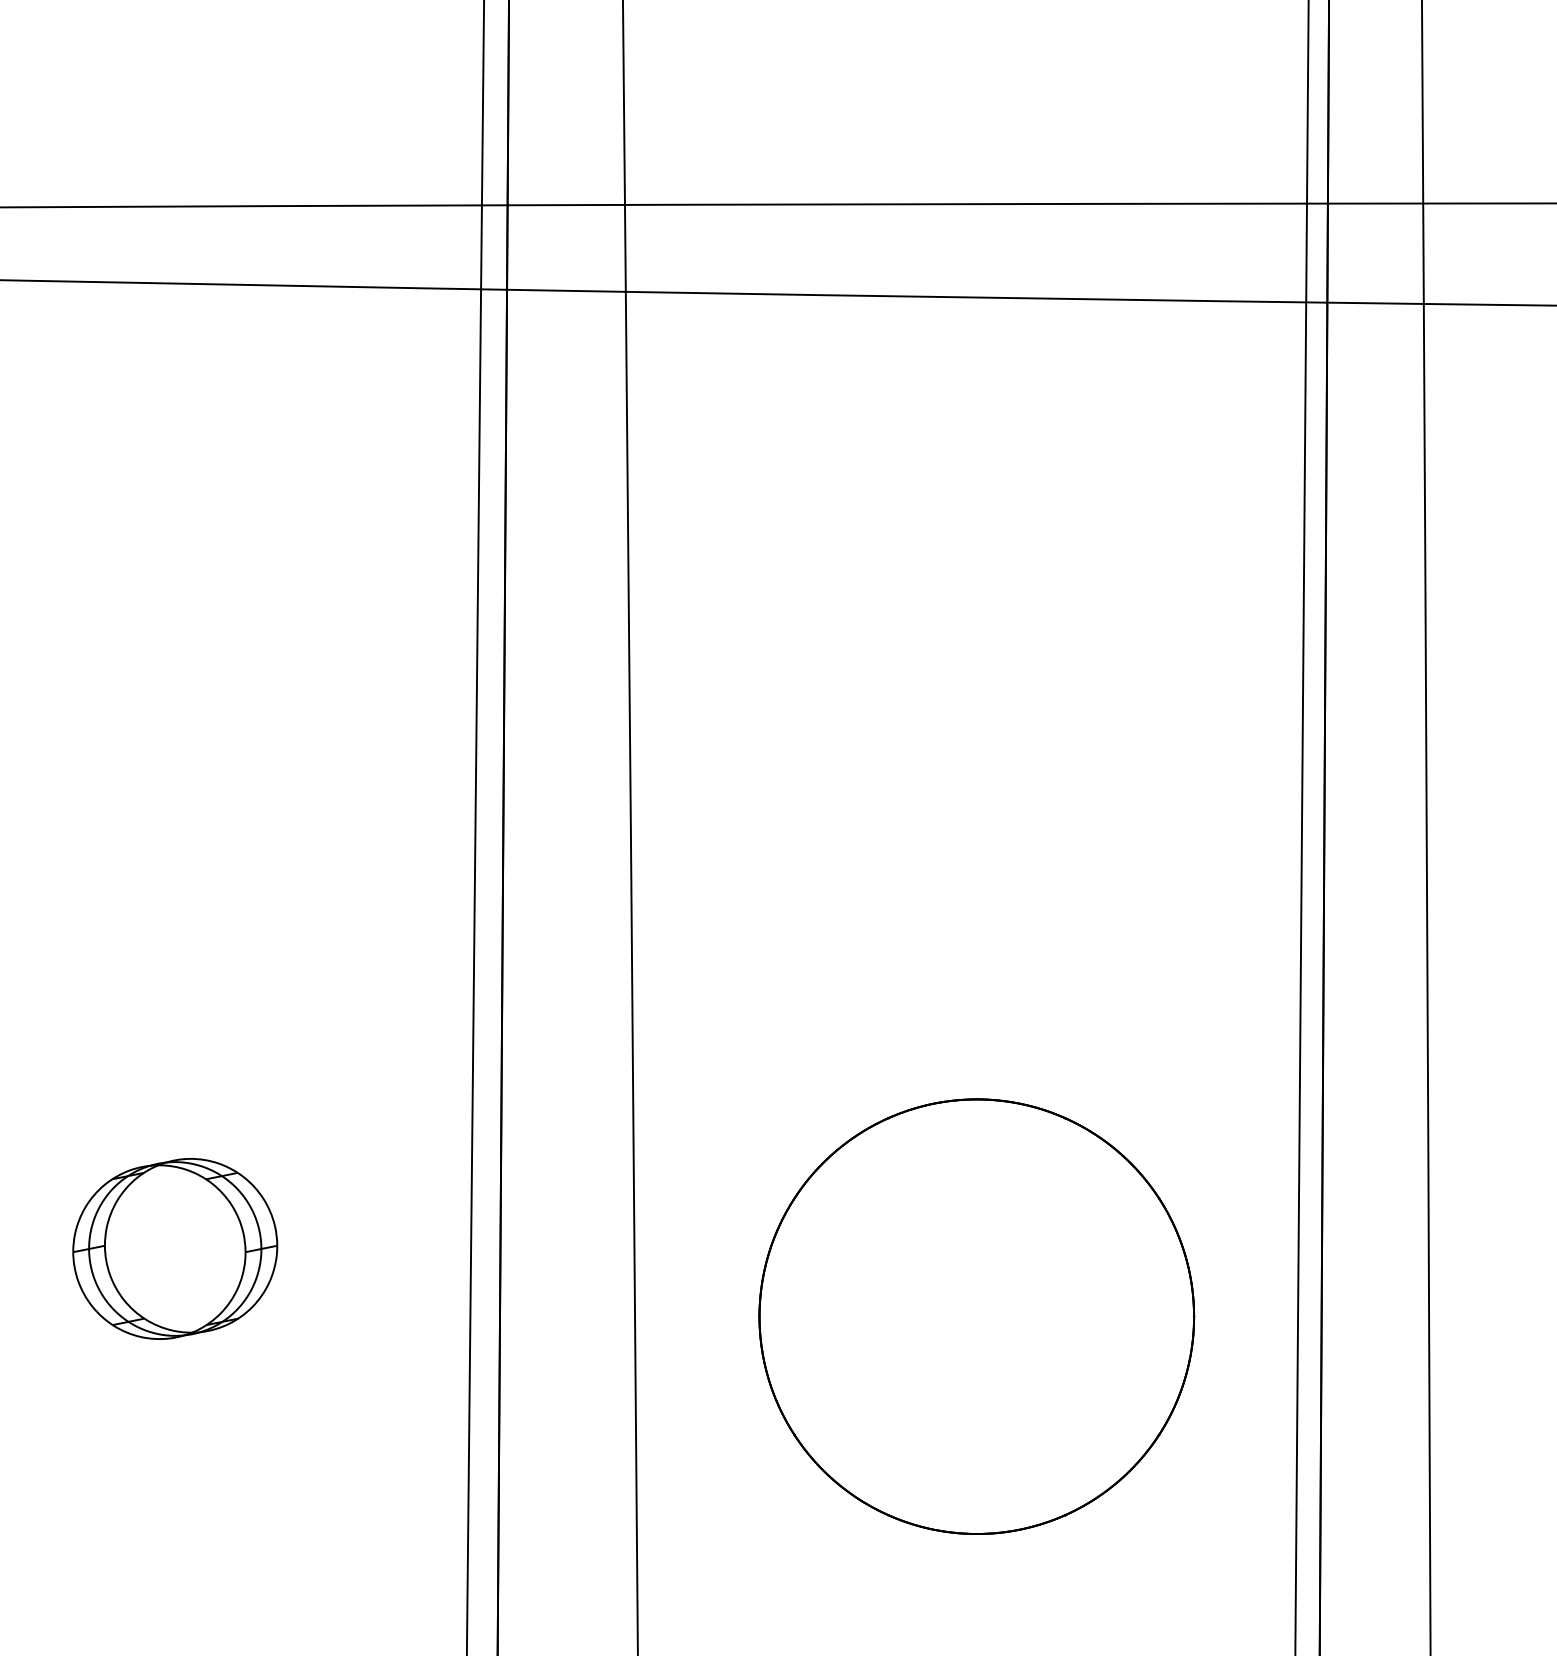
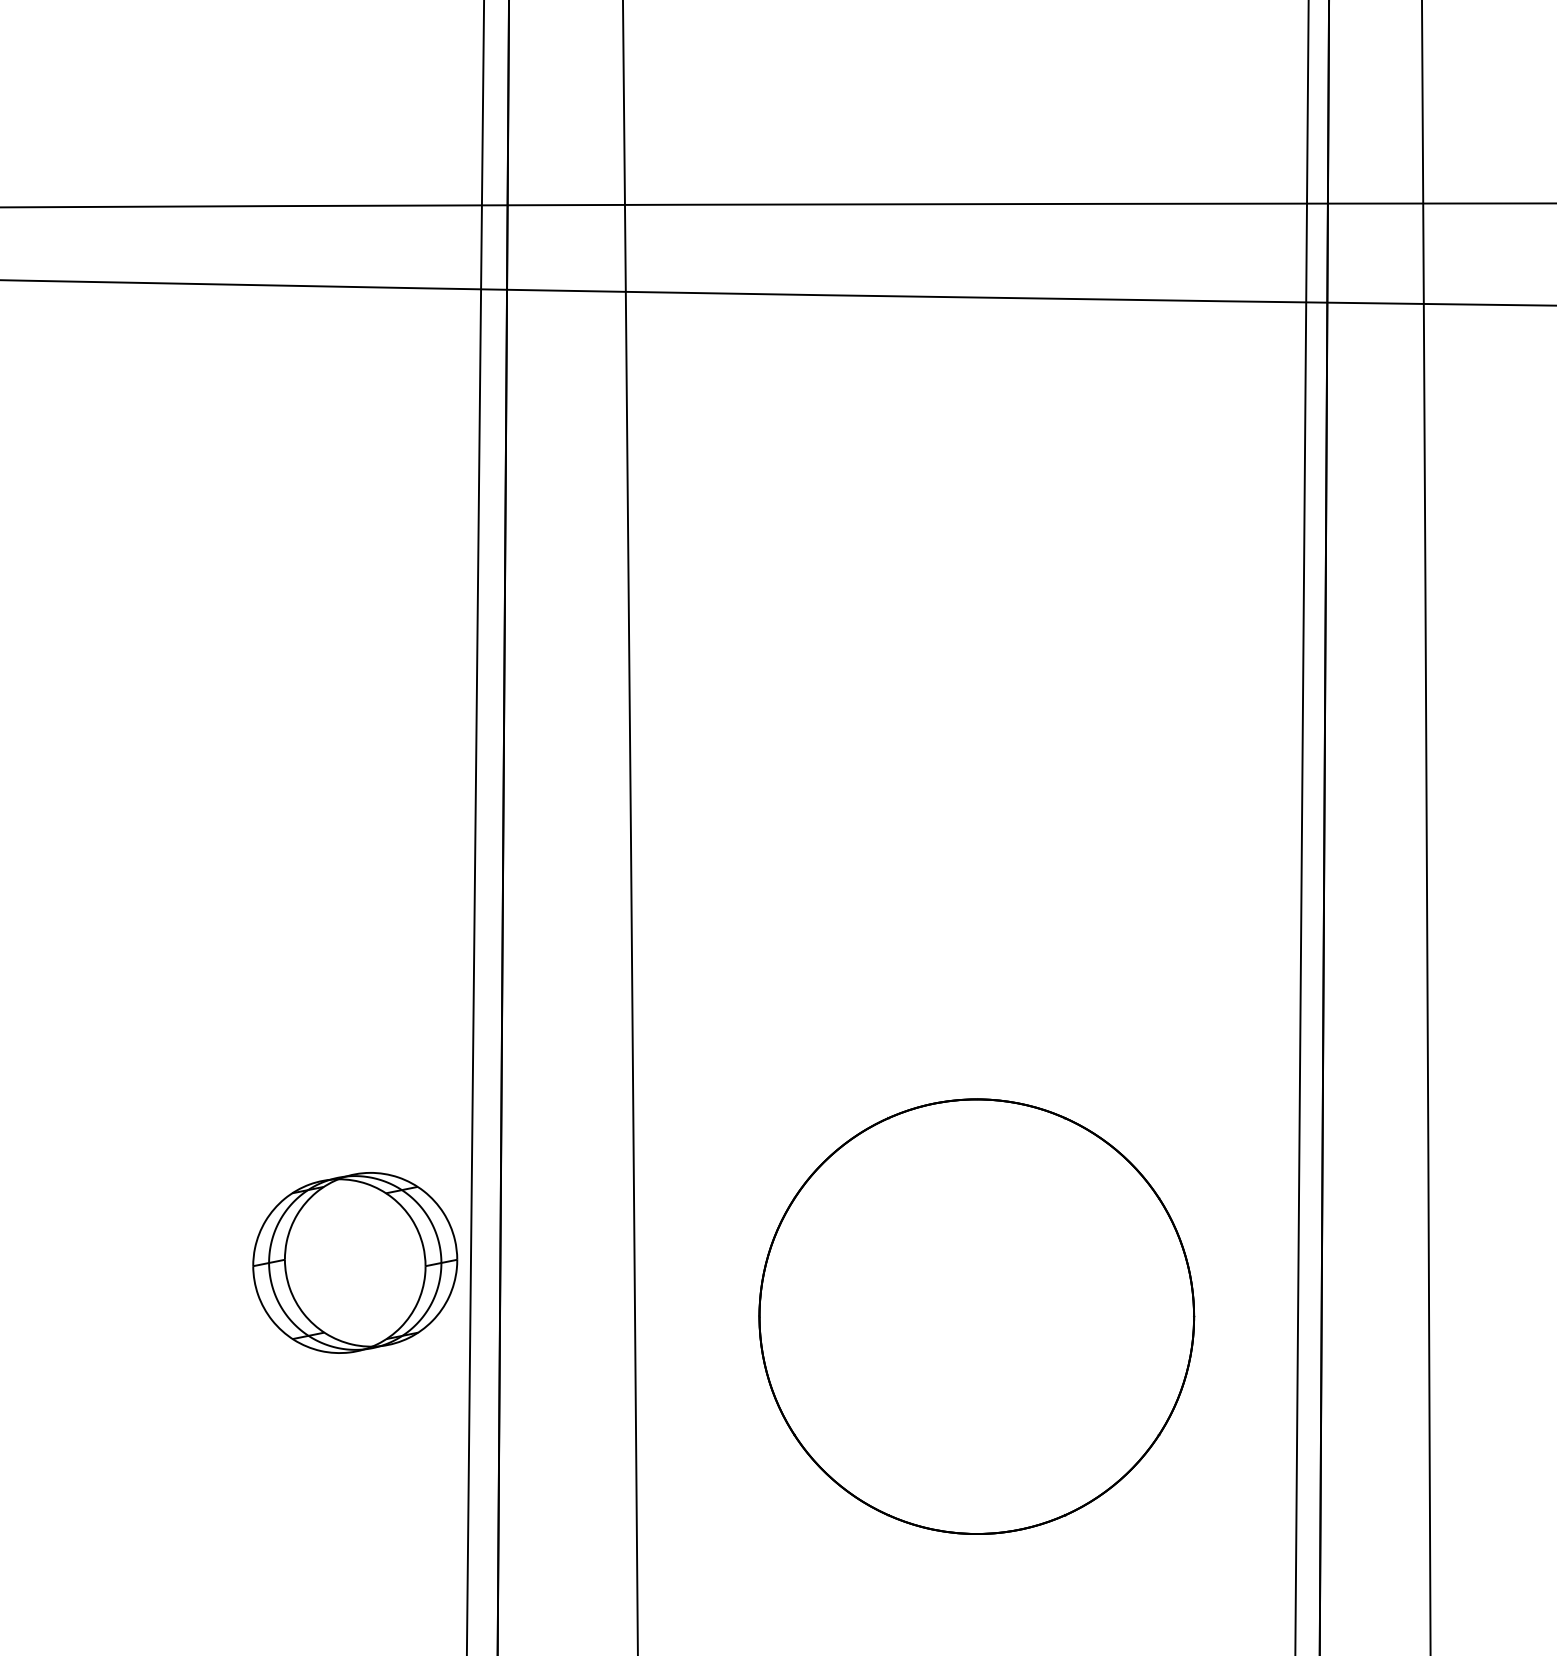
part at (175, 1248) position: (175, 1248) -> (355, 1262)
